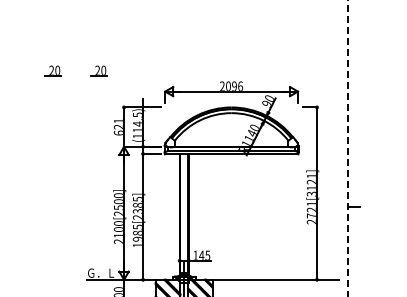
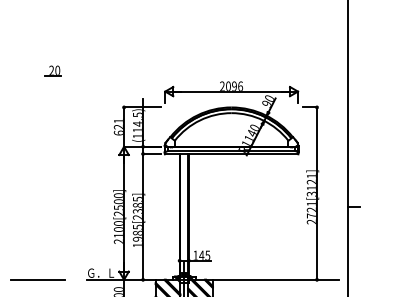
part at (98, 70): present -> none
line at (348, 148): dashed -> solid
line at (37, 279): none -> present
